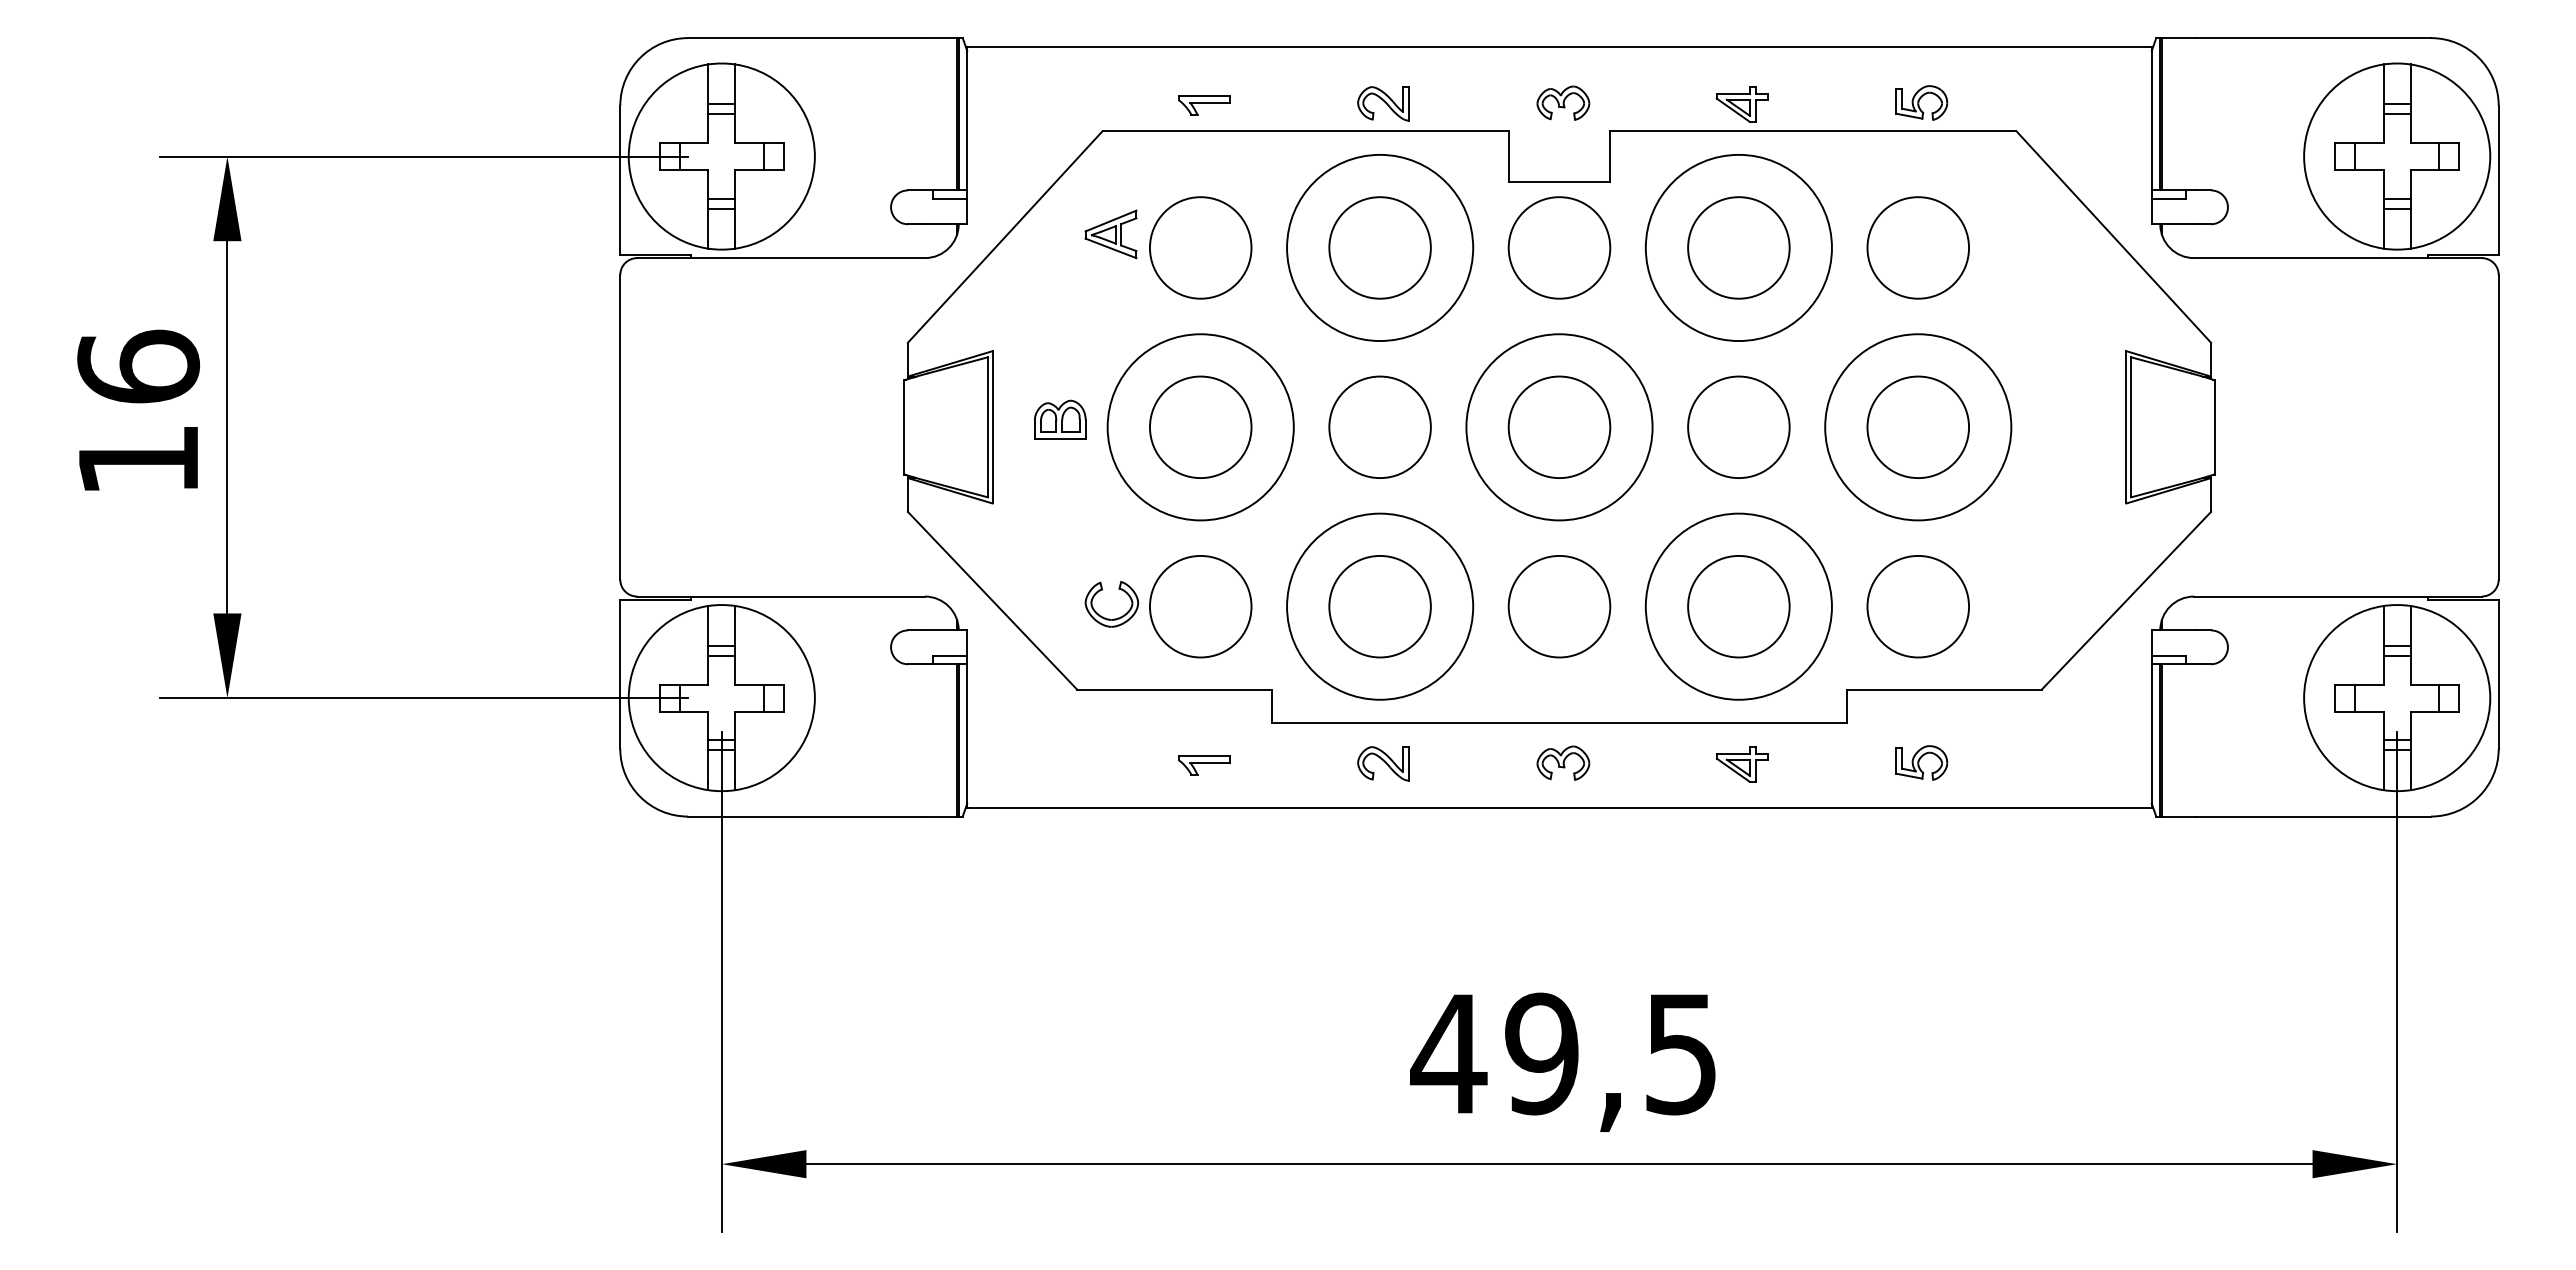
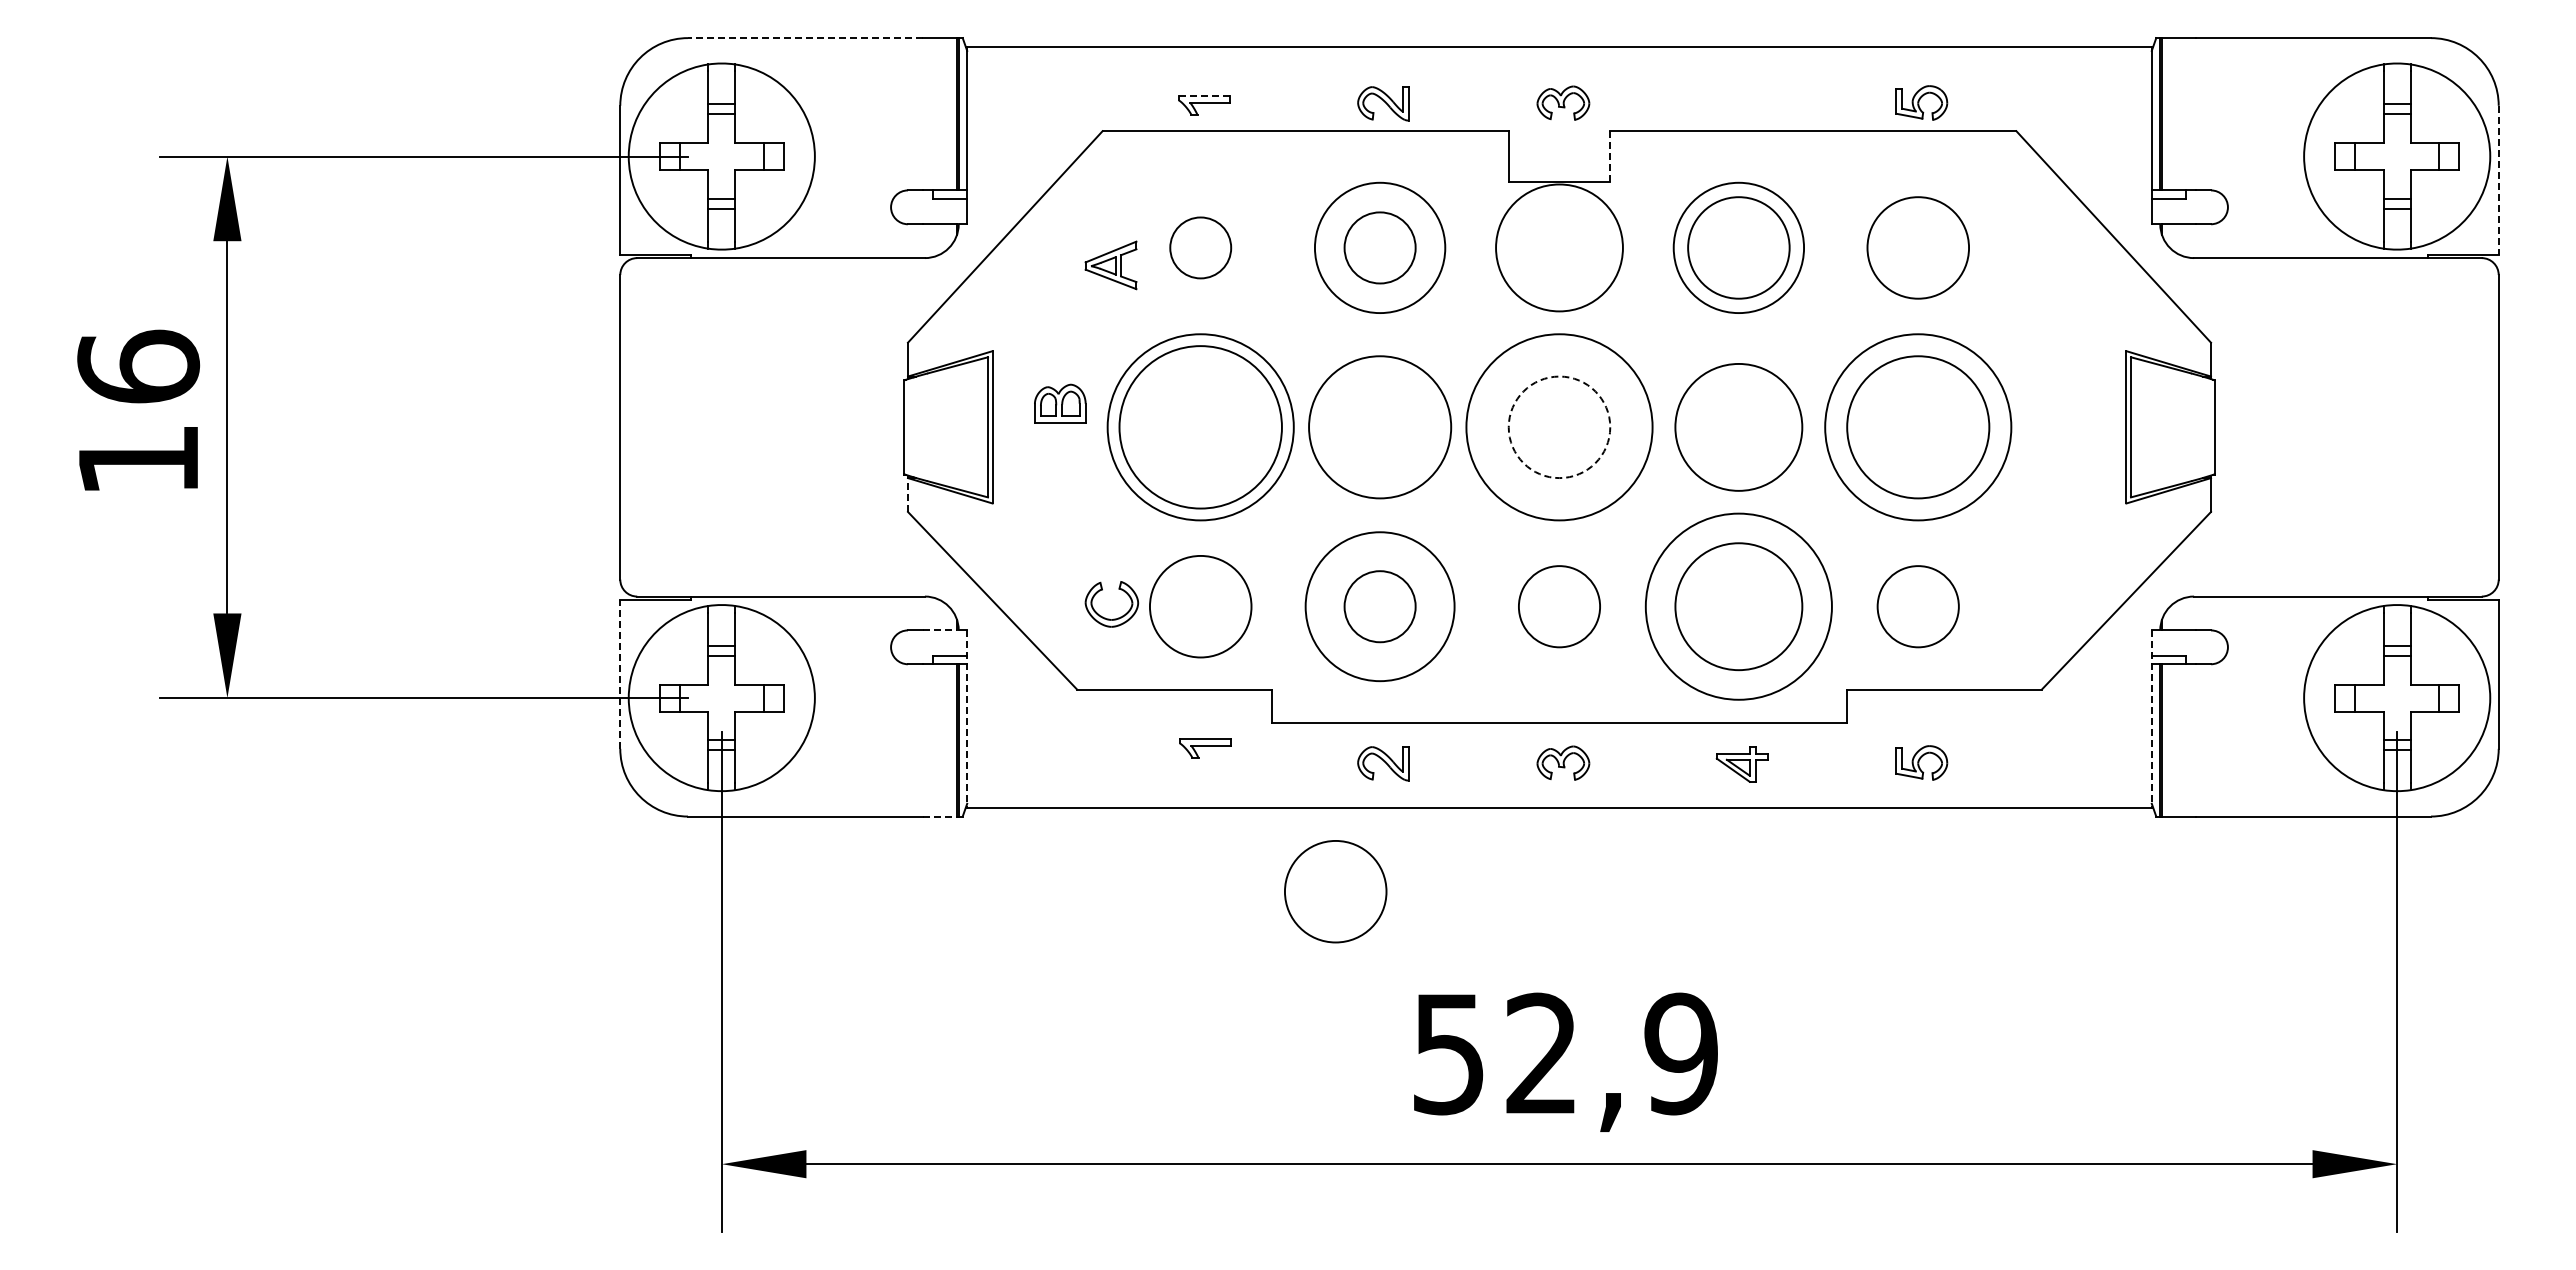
line at (805, 38): solid -> dashed
line at (1204, 96): solid -> dashed
part at (1741, 104): present -> none
line at (1610, 157): solid -> dashed
line at (2498, 180): solid -> dashed
part at (1110, 234) position: (1110, 234) -> (1110, 265)
circle at (1200, 247) diameter: 102 px -> 61 px
circle at (1379, 247) diameter: 102 px -> 71 px
circle at (1380, 247) diameter: 186 px -> 130 px
circle at (1559, 247) diameter: 102 px -> 127 px
circle at (1738, 247) diameter: 186 px -> 130 px
part at (1060, 419) position: (1060, 419) -> (1060, 403)
circle at (1738, 426) size: 104x104 px -> 130x129 px
circle at (1200, 427) diameter: 102 px -> 162 px
circle at (1379, 427) diameter: 102 px -> 142 px
circle at (1559, 427): solid -> dashed
circle at (1918, 427) diameter: 102 px -> 142 px
line at (907, 495): solid -> dashed
circle at (1379, 606) diameter: 102 px -> 71 px
circle at (1380, 606) diameter: 186 px -> 149 px
circle at (1559, 606) diameter: 102 px -> 81 px
circle at (1738, 606) diameter: 102 px -> 127 px
circle at (1918, 606) diameter: 102 px -> 81 px
line at (940, 630): solid -> dashed
line at (620, 673): solid -> dashed
line at (967, 719): solid -> dashed
line at (2151, 719): solid -> dashed
part at (1204, 765) position: (1204, 765) -> (1205, 748)
line at (940, 816): solid -> dashed
circle at (1335, 891): none -> present
text at (1563, 1053): 49,5 -> 52,9
